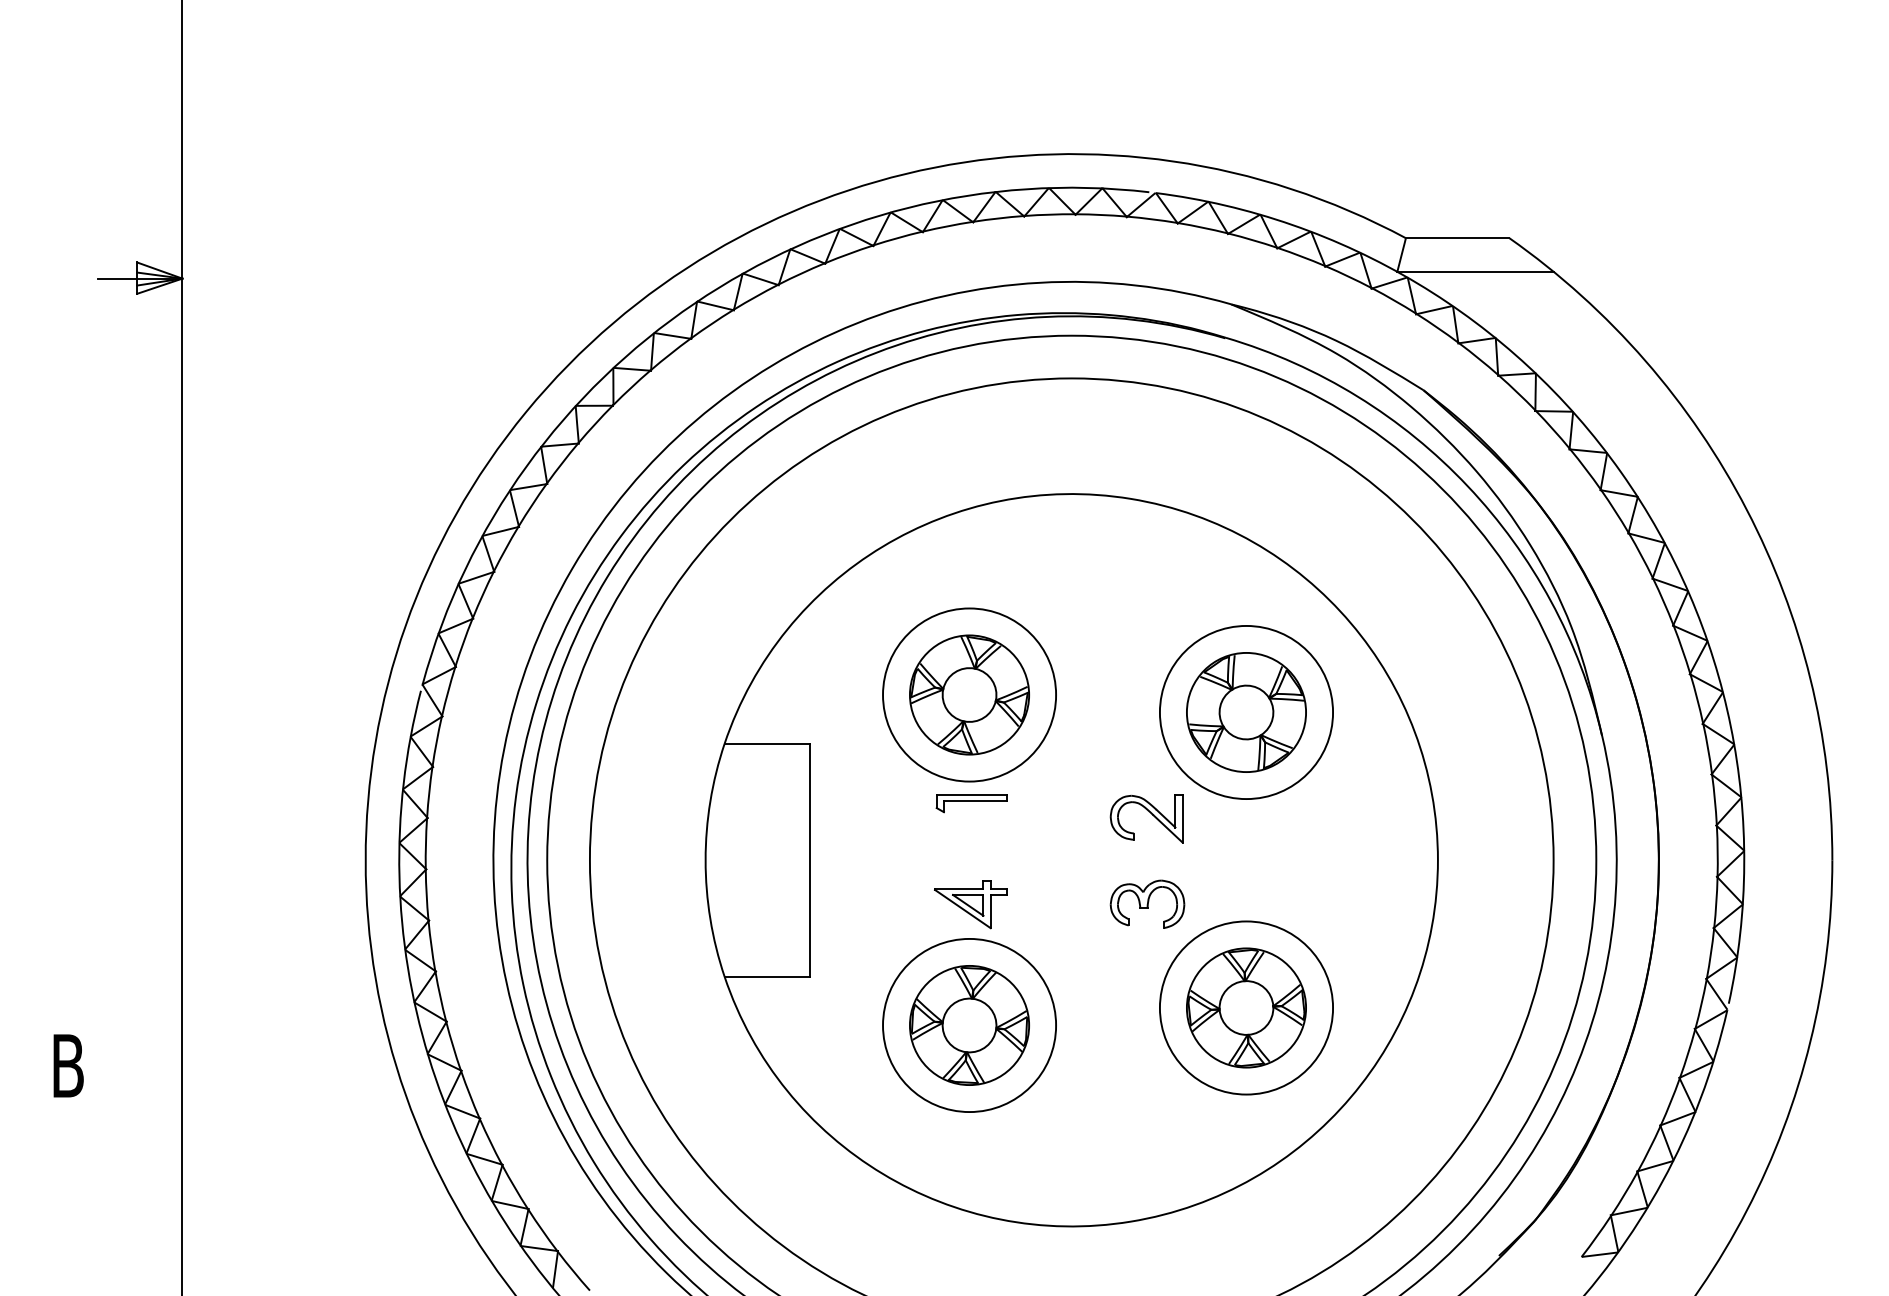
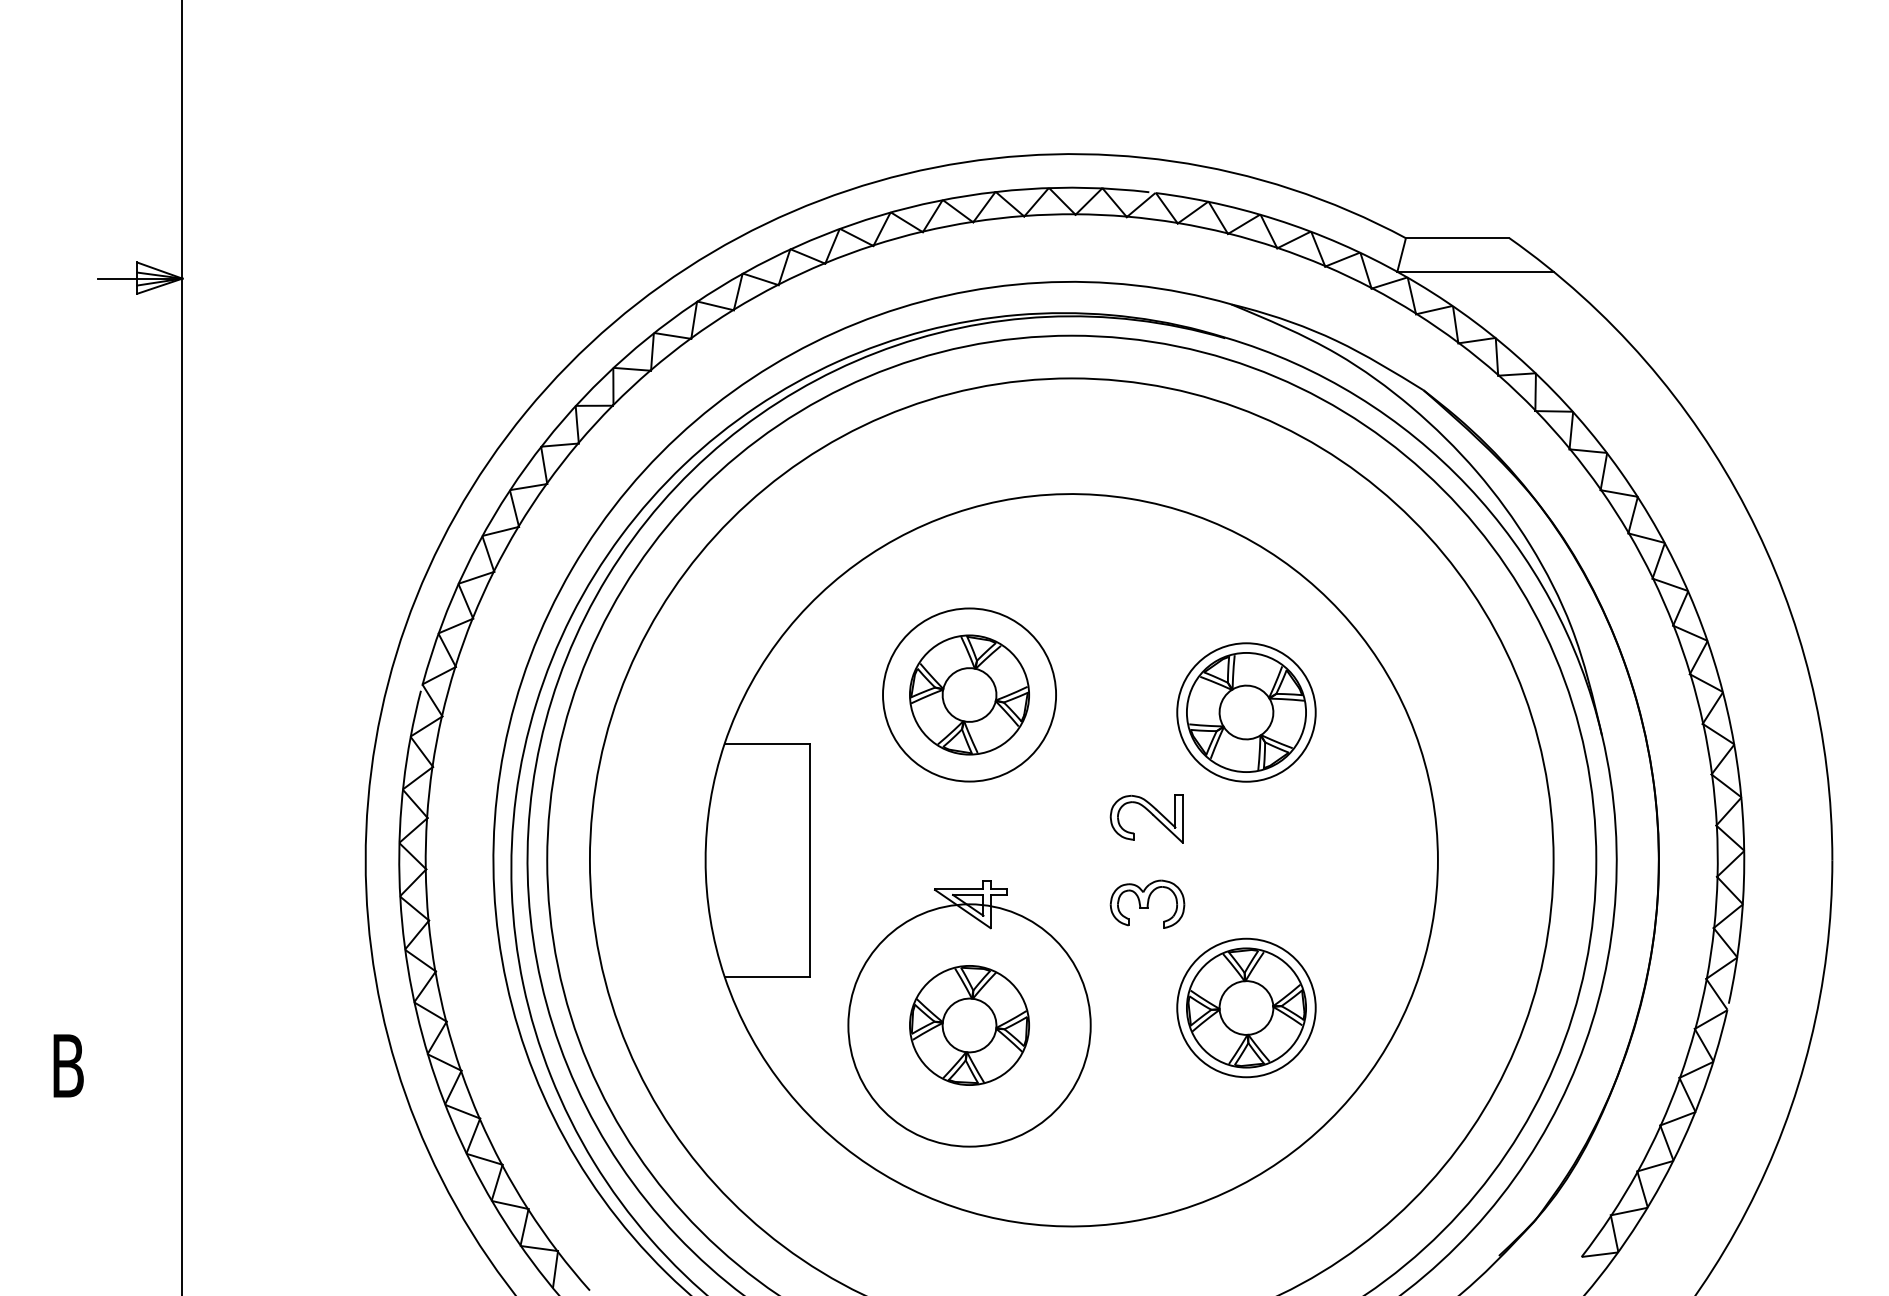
circle at (1246, 712) diameter: 173 px -> 138 px
part at (971, 803): present -> none
circle at (1246, 1007) diameter: 173 px -> 138 px
circle at (969, 1025) diameter: 173 px -> 242 px
